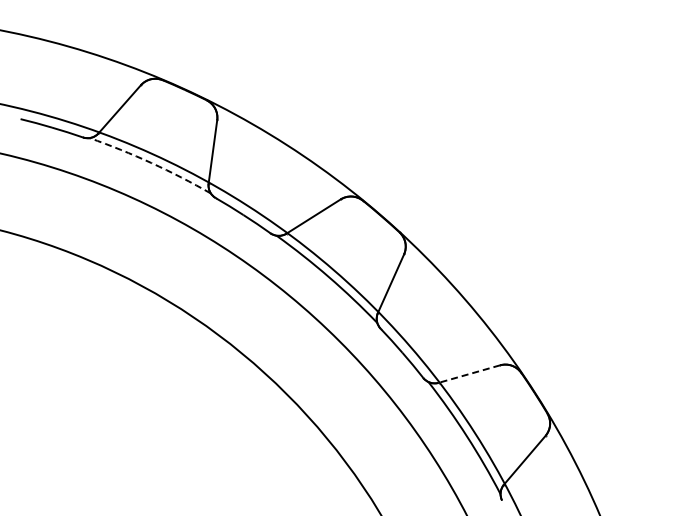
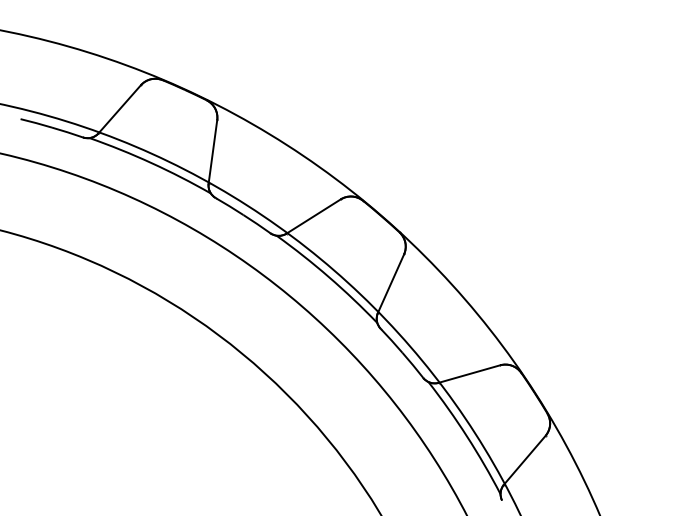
arc at (151, 163): dashed -> solid
line at (468, 374): dashed -> solid
